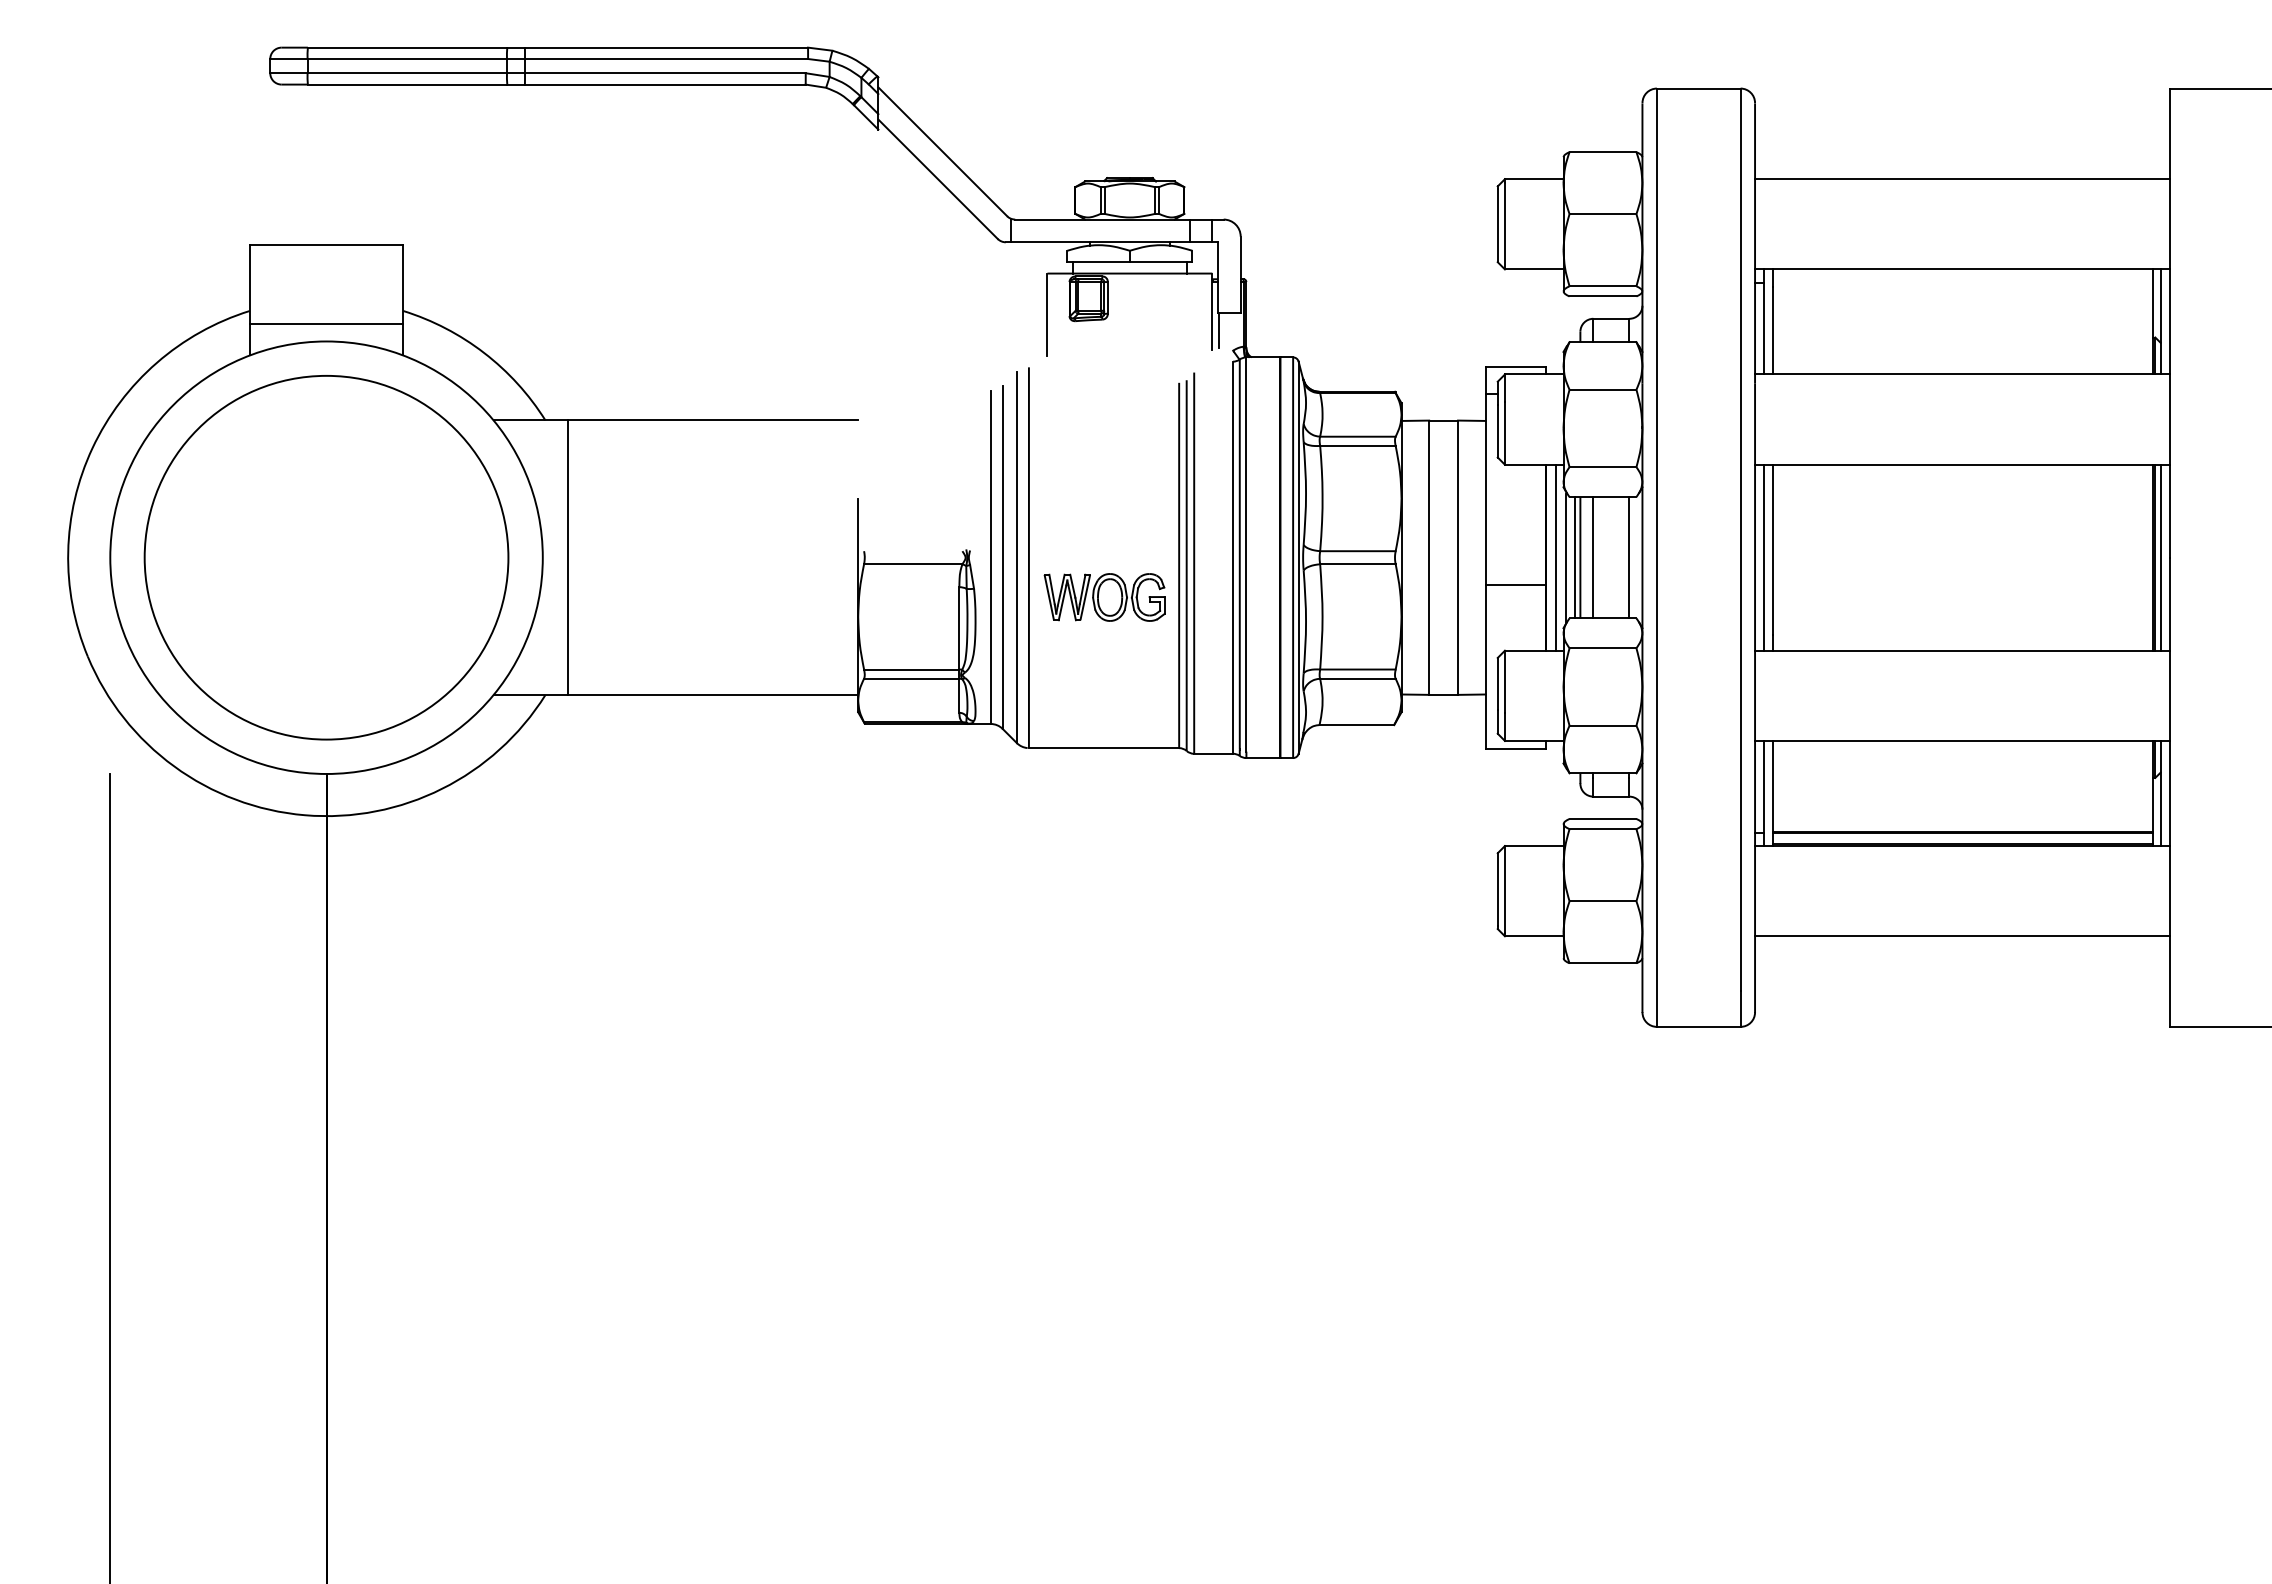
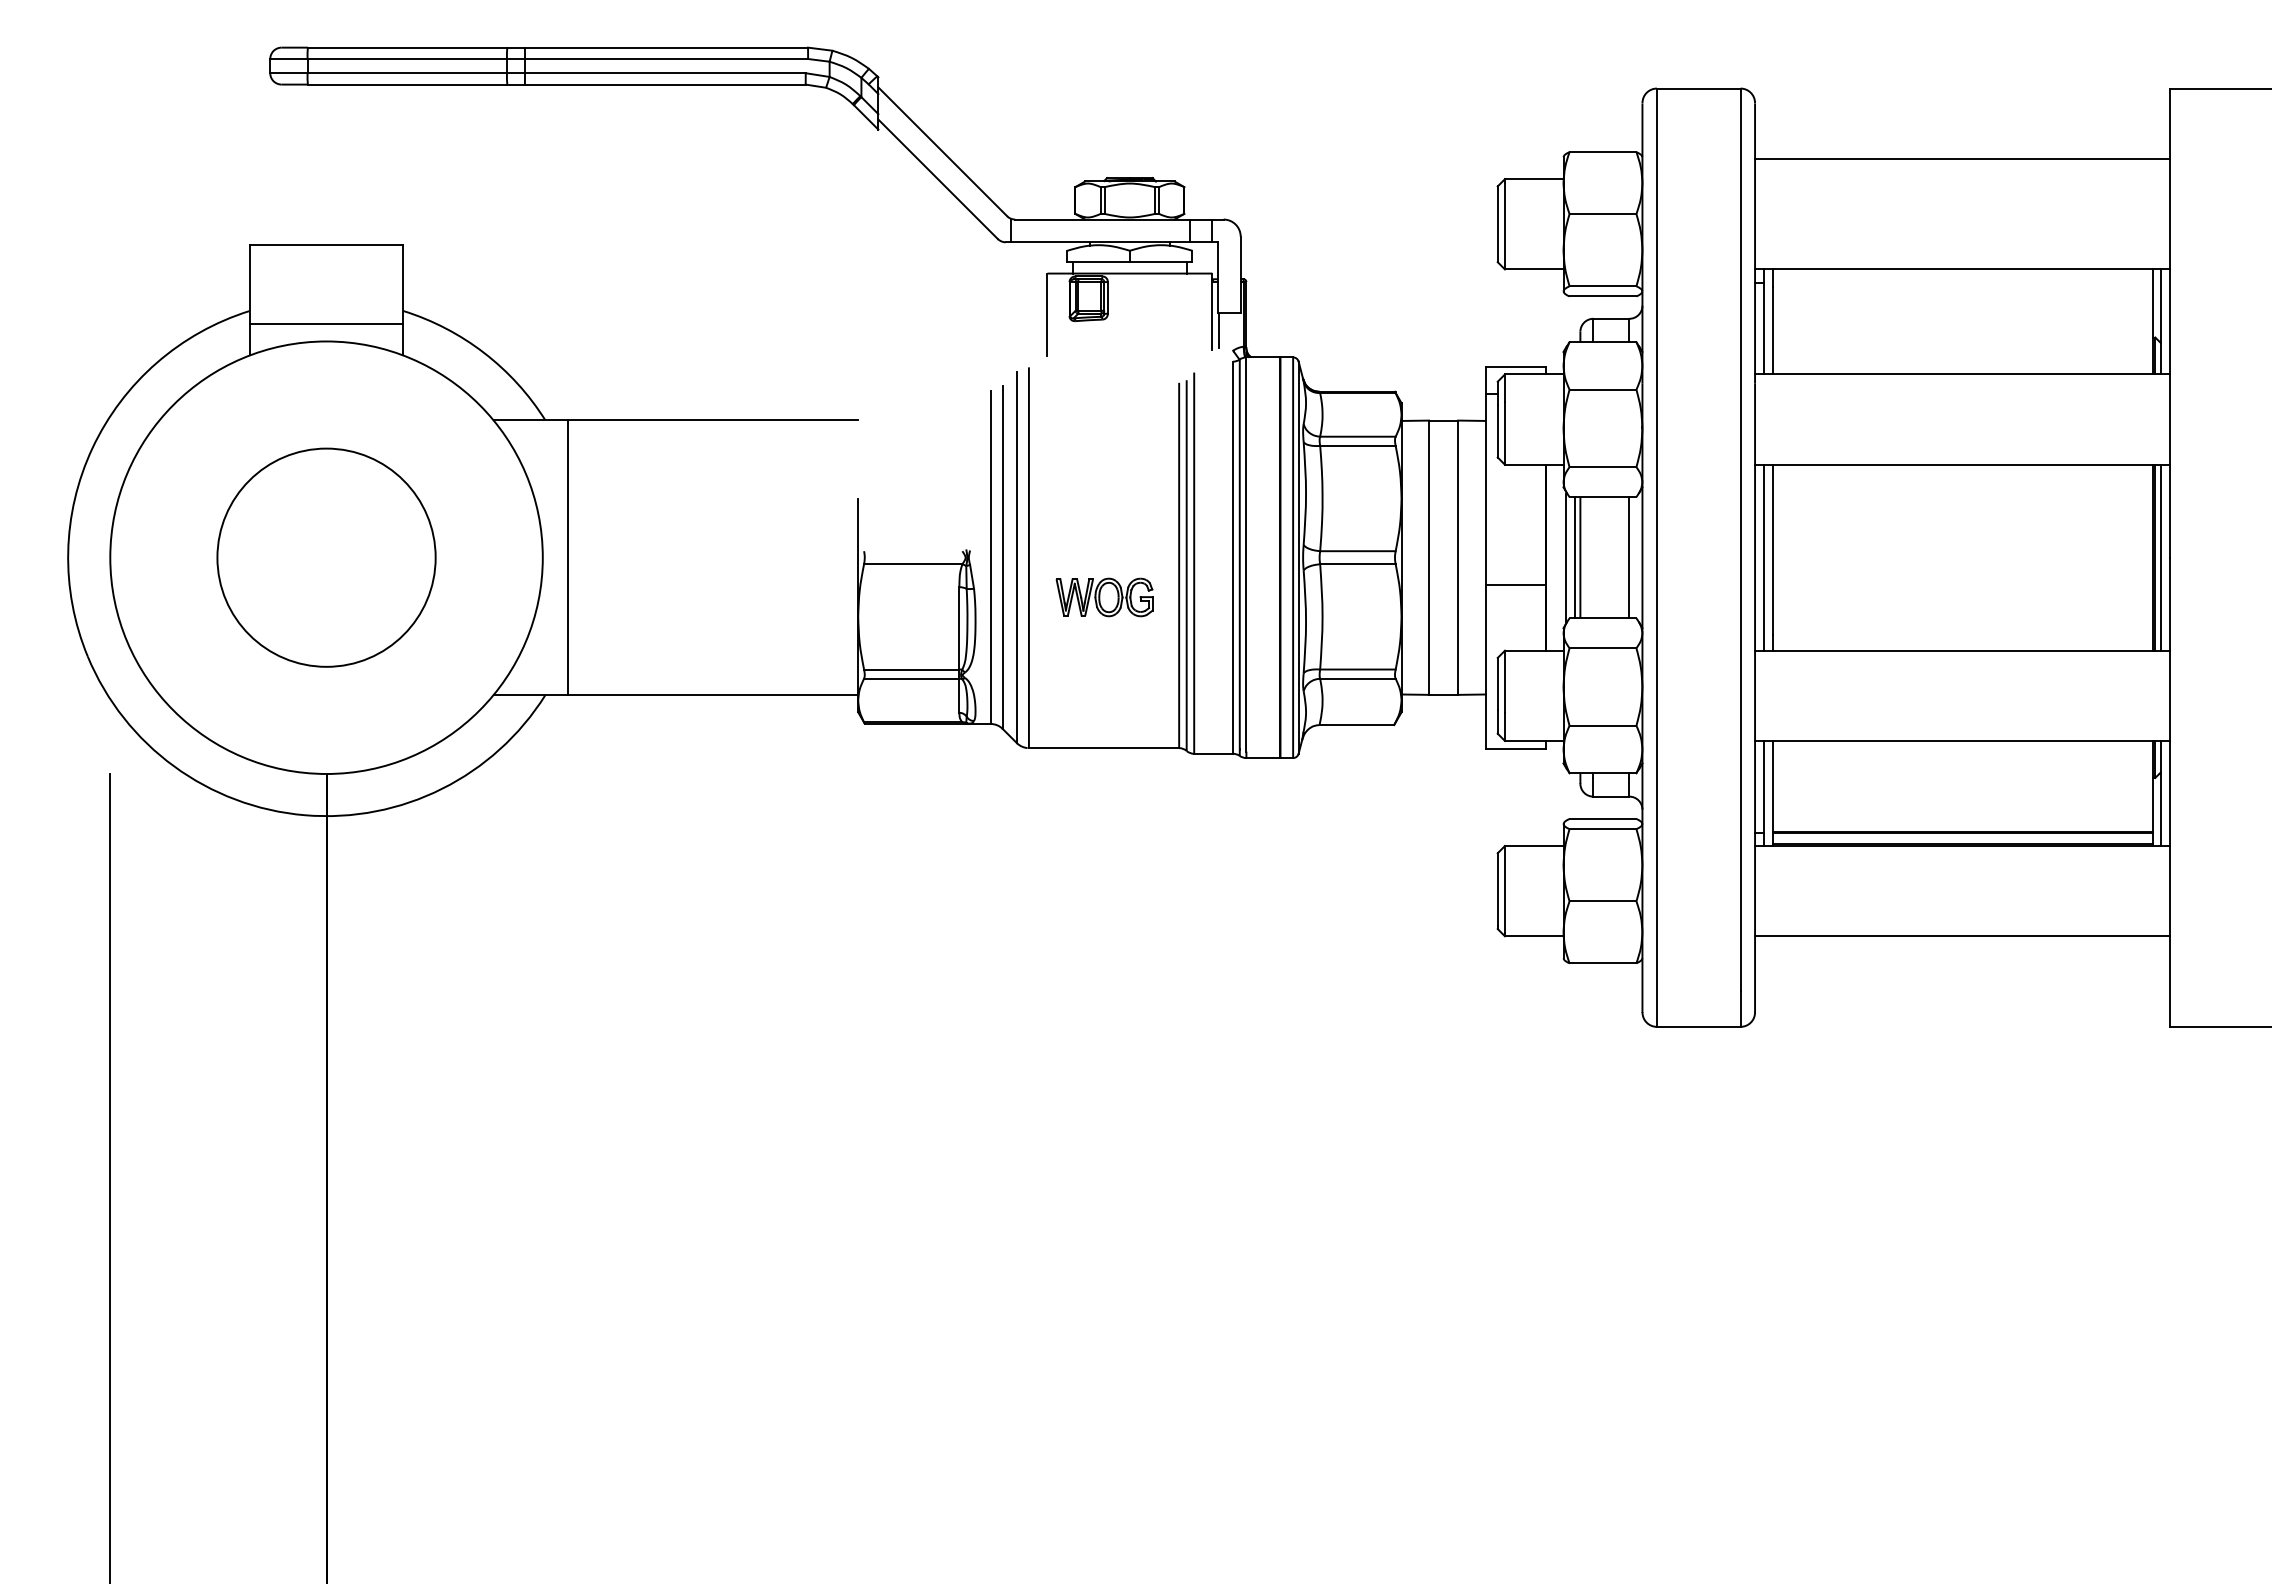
line at (1962, 179) position: (1962, 179) -> (1962, 159)
circle at (326, 557) diameter: 364 px -> 218 px
line at (1556, 557): present -> none
line at (1593, 557): present -> none
part at (1104, 597) size: 123x49 px -> 99x41 px
